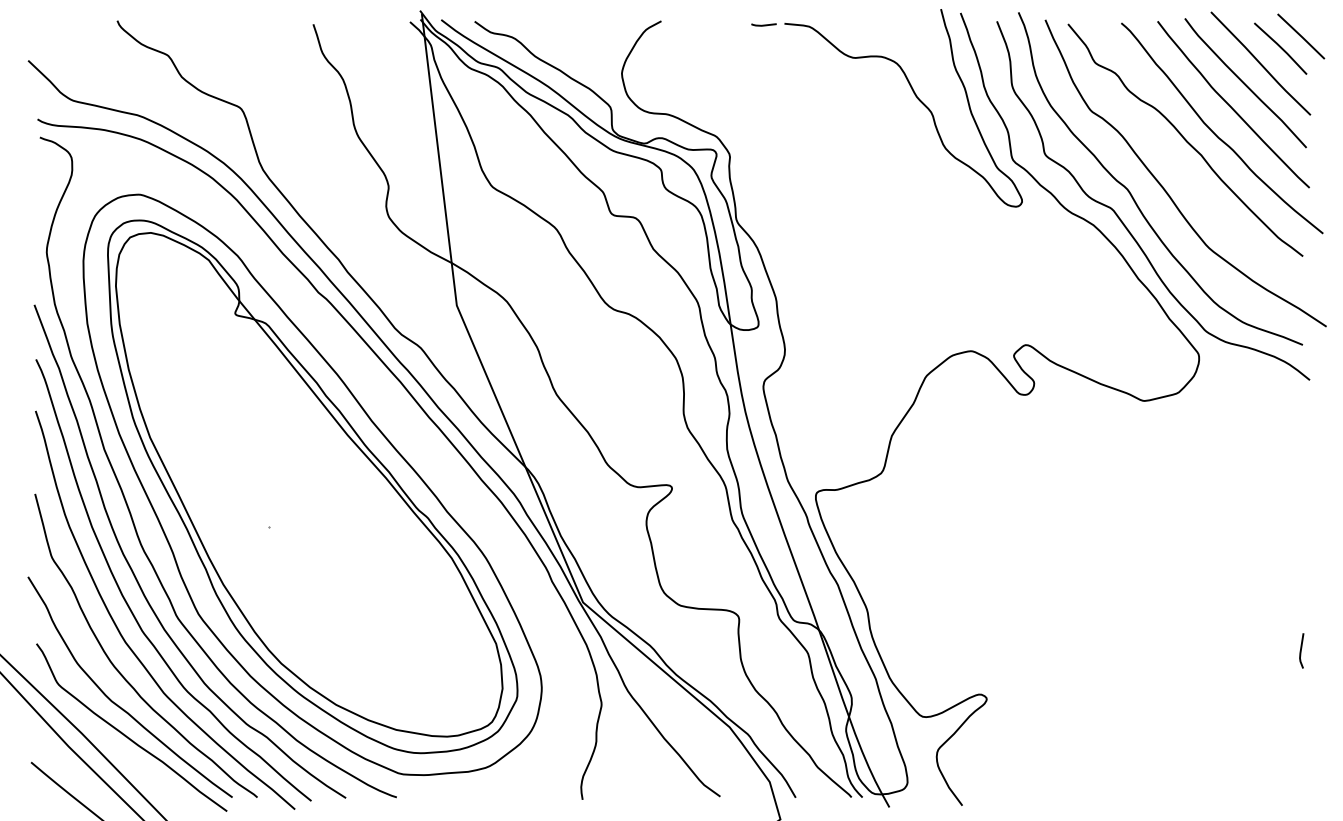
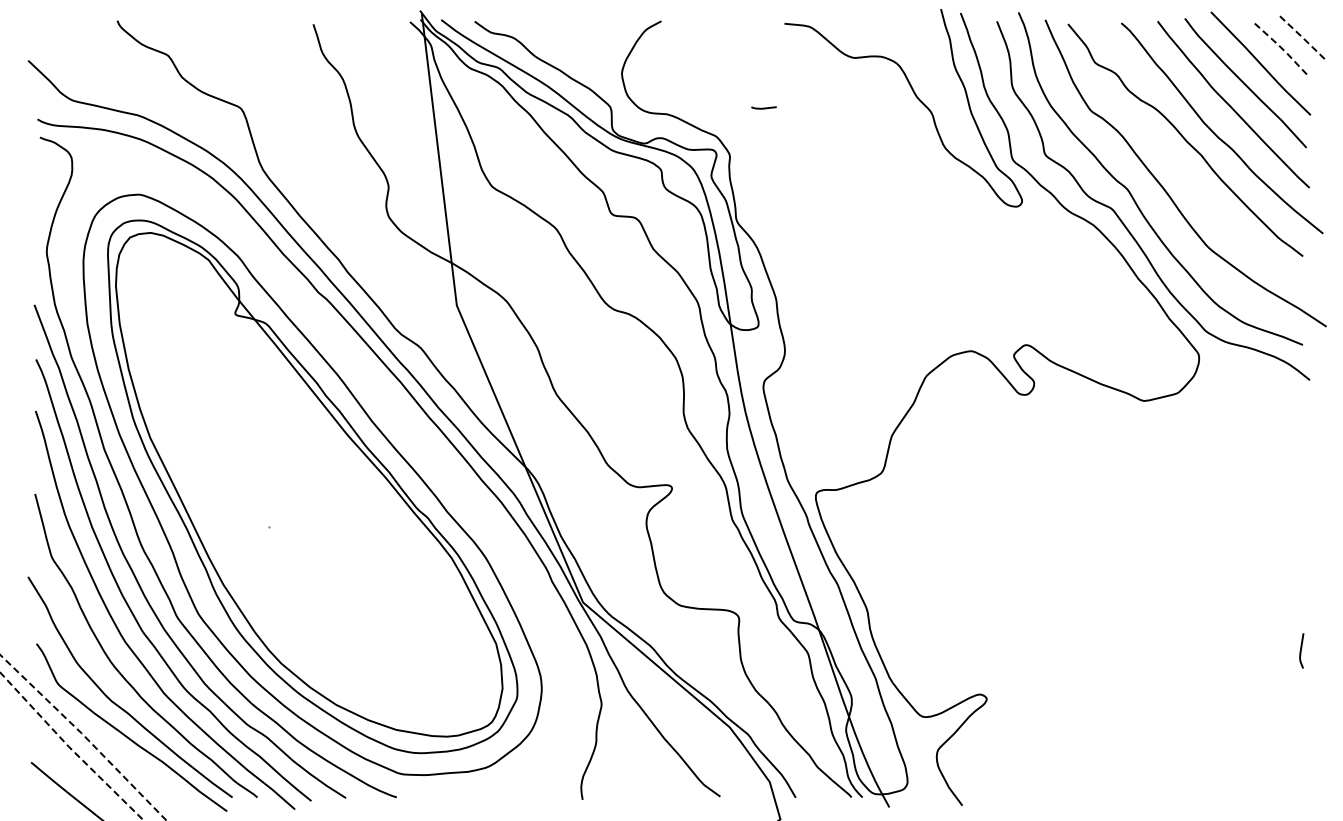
line at (763, 24) position: (763, 24) -> (763, 107)
line at (1301, 36): solid -> dashed
line at (1281, 47): solid -> dashed
line at (84, 736): solid -> dashed
line at (70, 748): solid -> dashed
